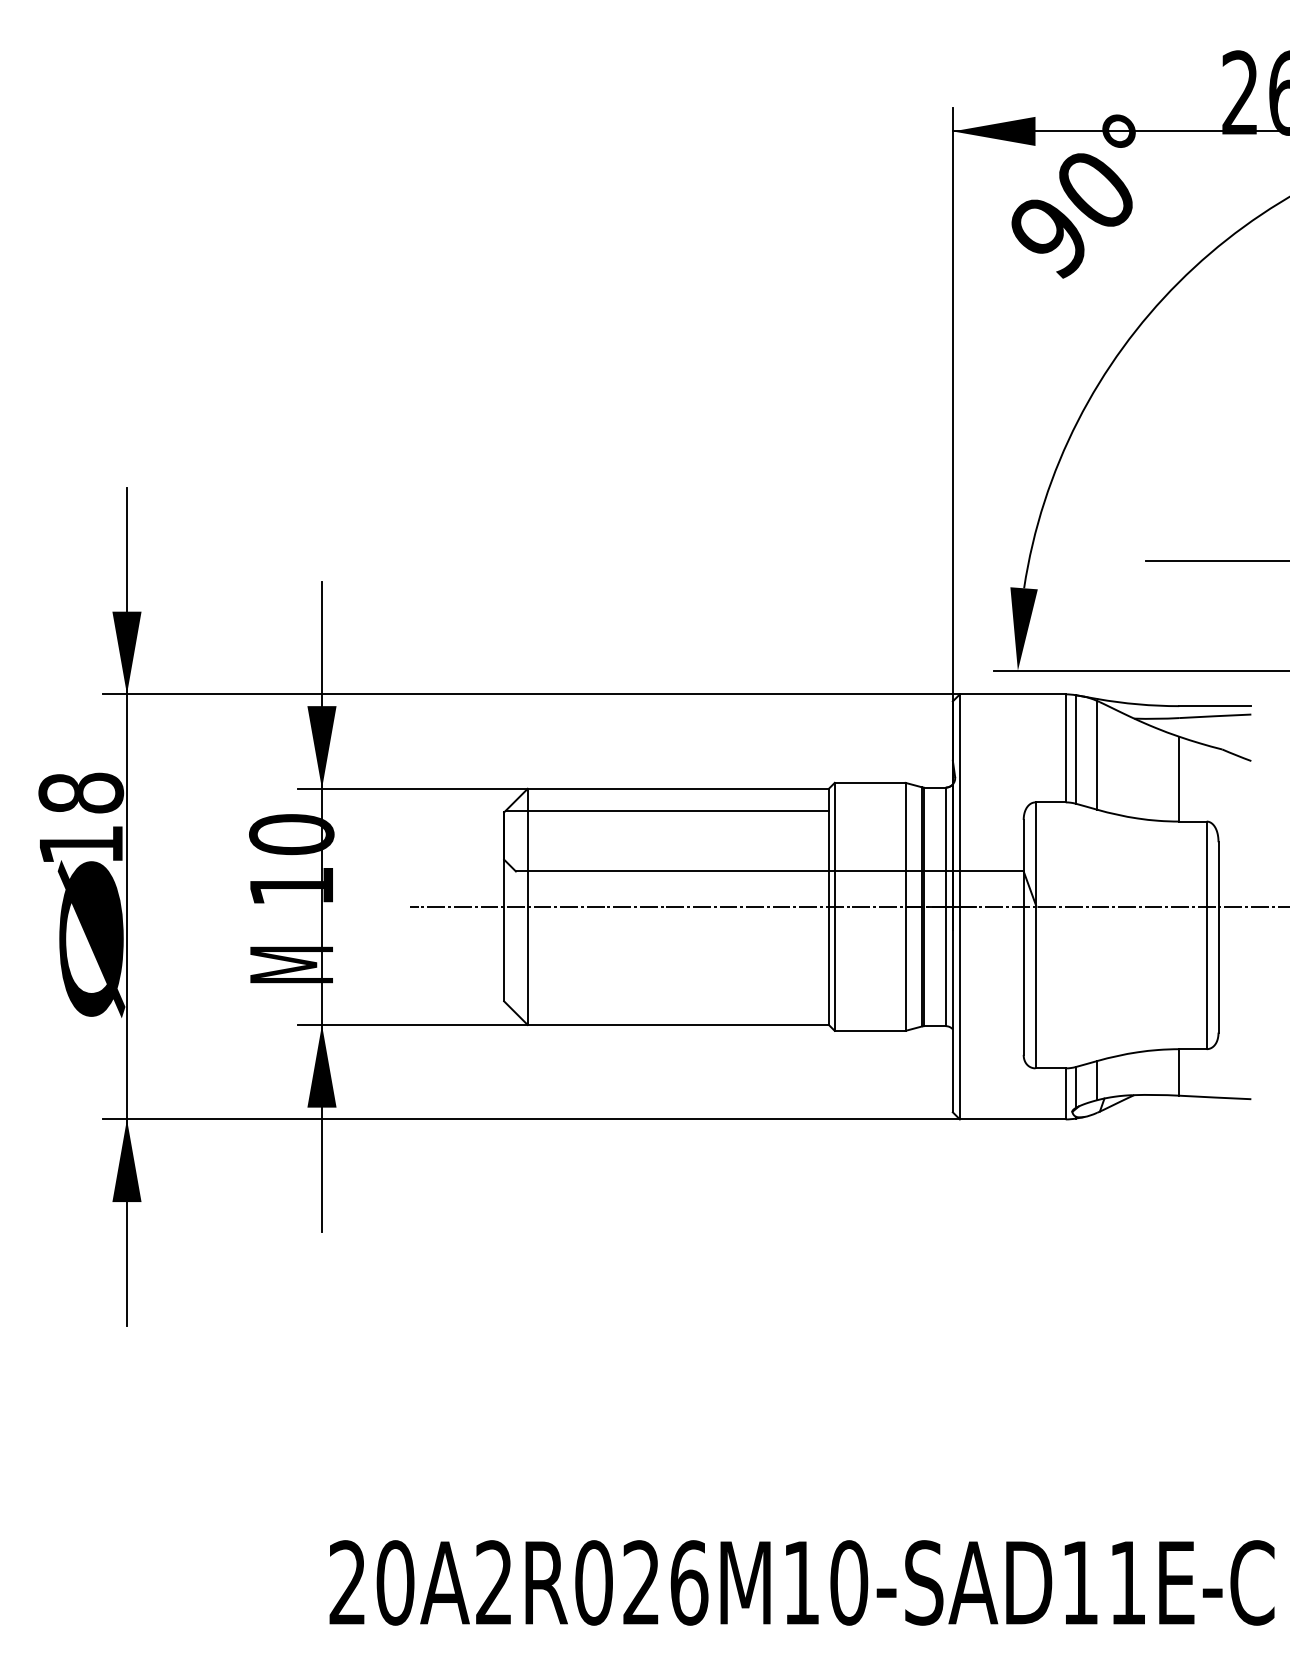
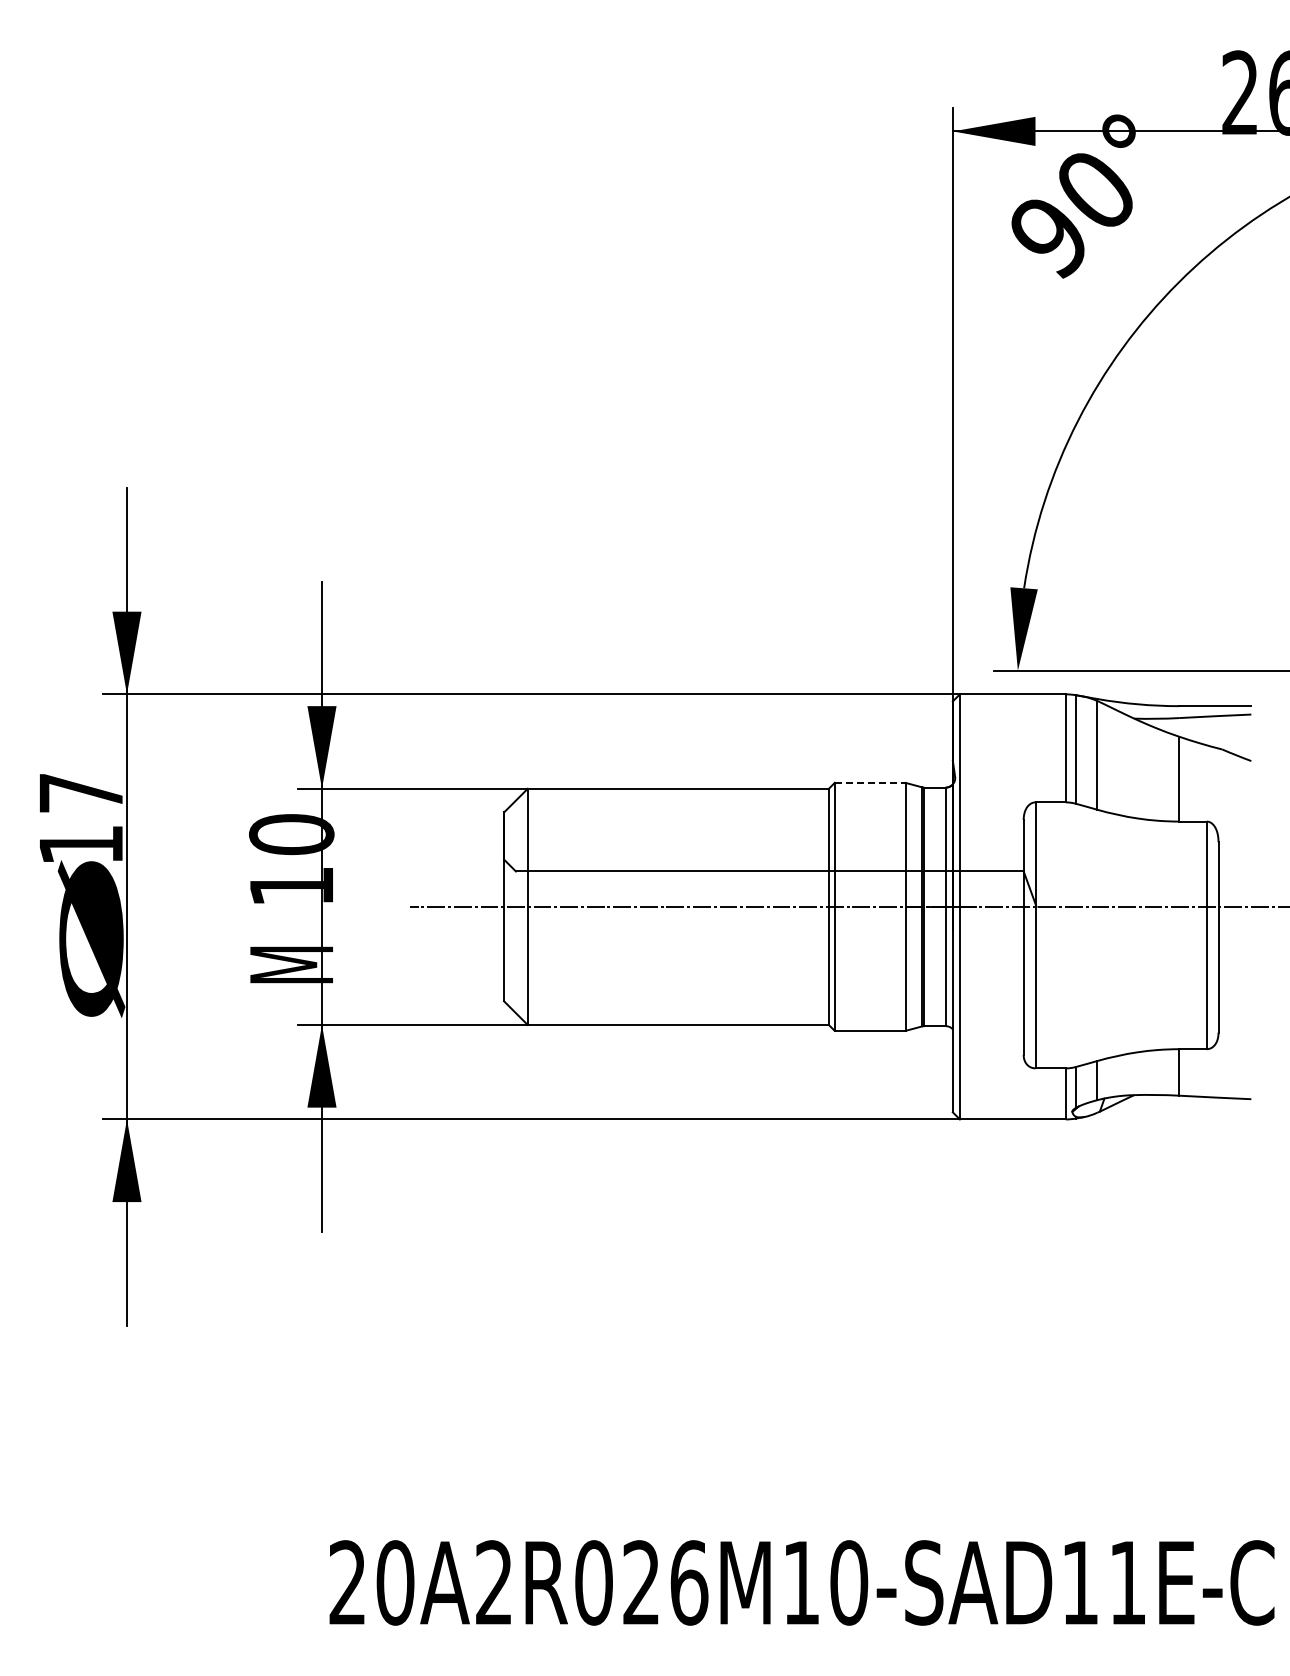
line at (1215, 561): present -> none
line at (870, 782): solid -> dashed
text at (81, 792): 18 -> 17
line at (667, 810): present -> none
